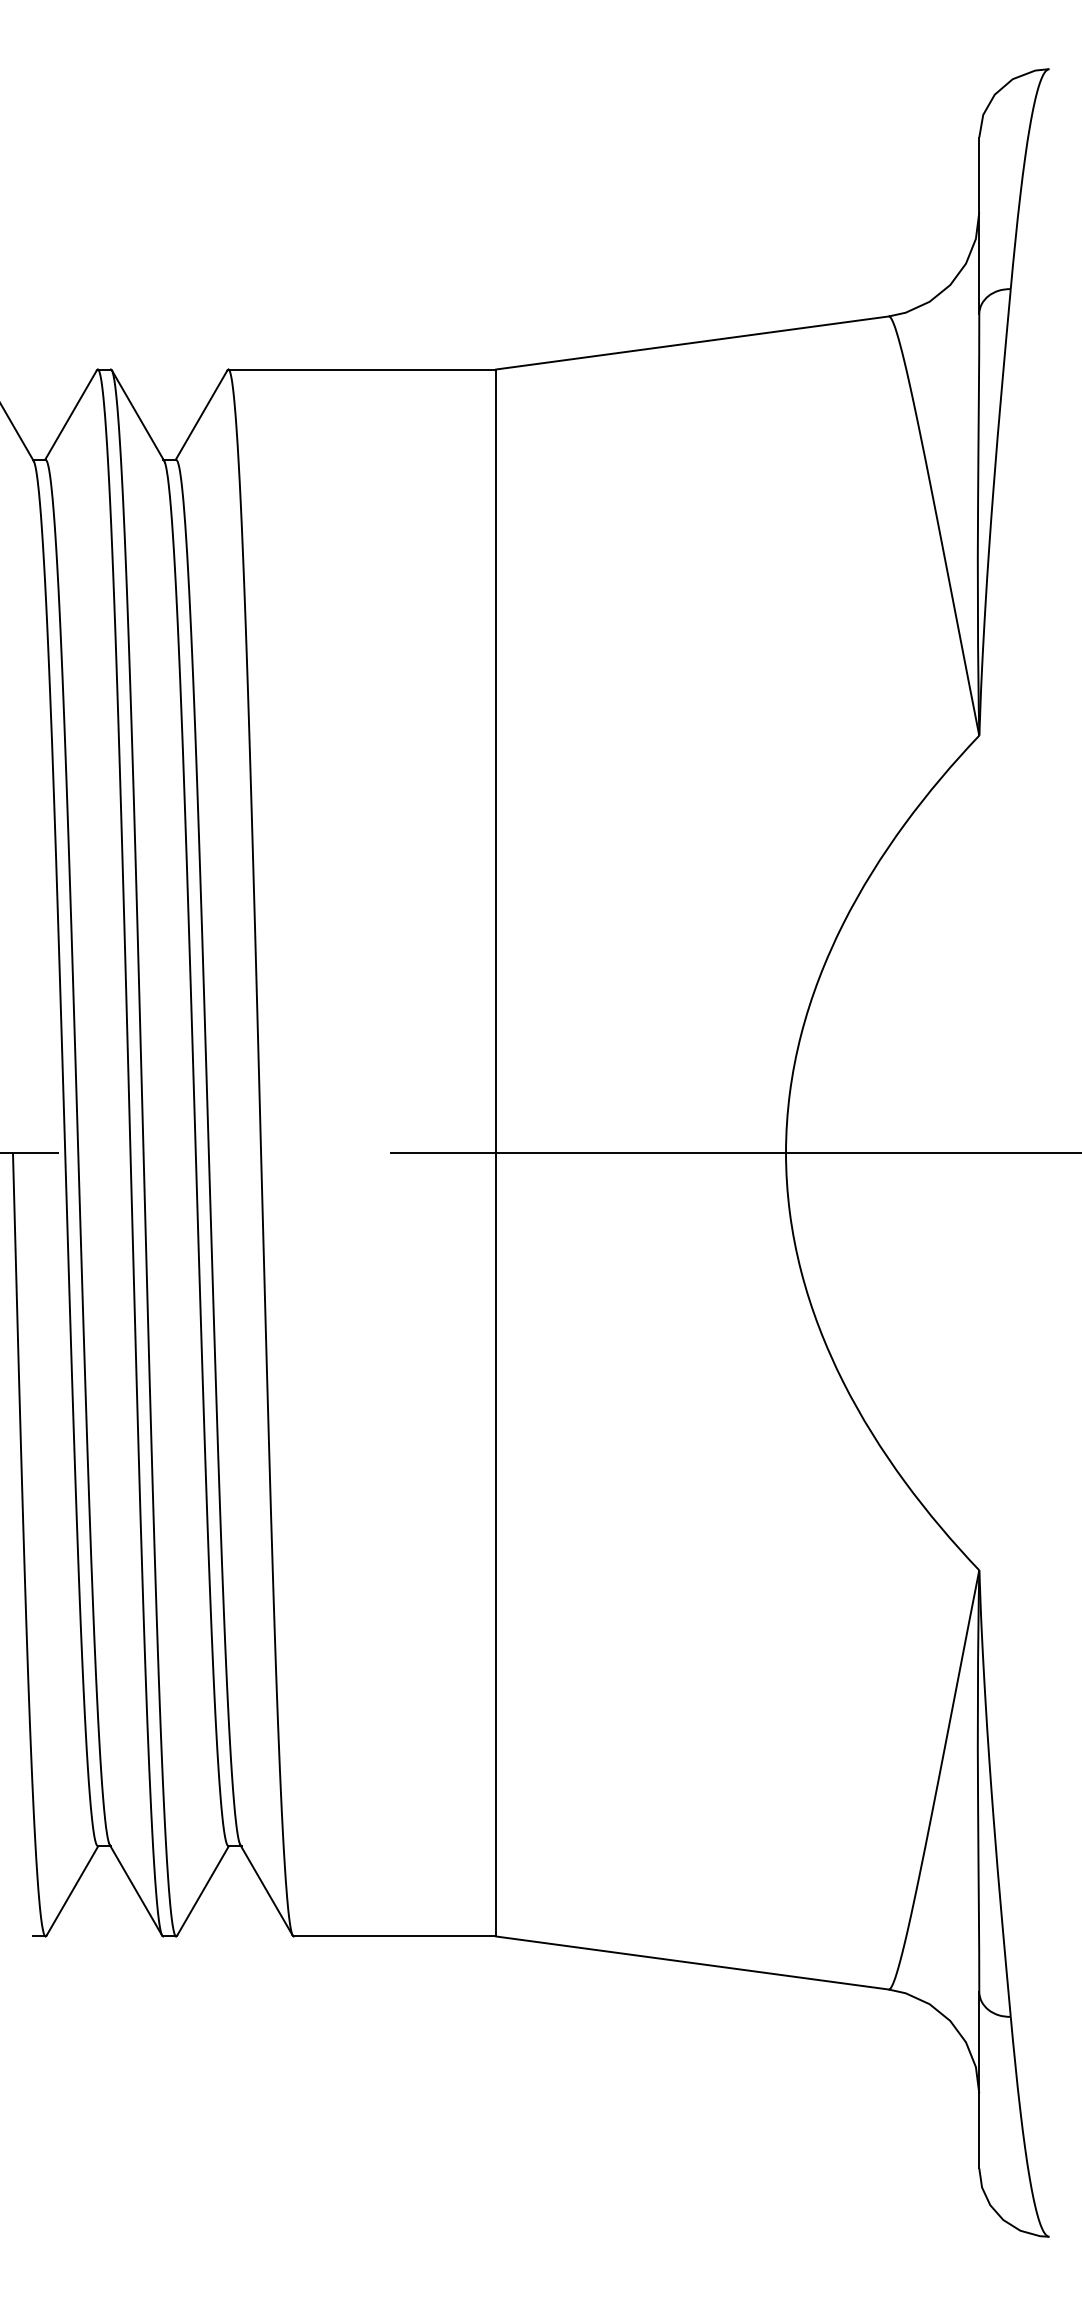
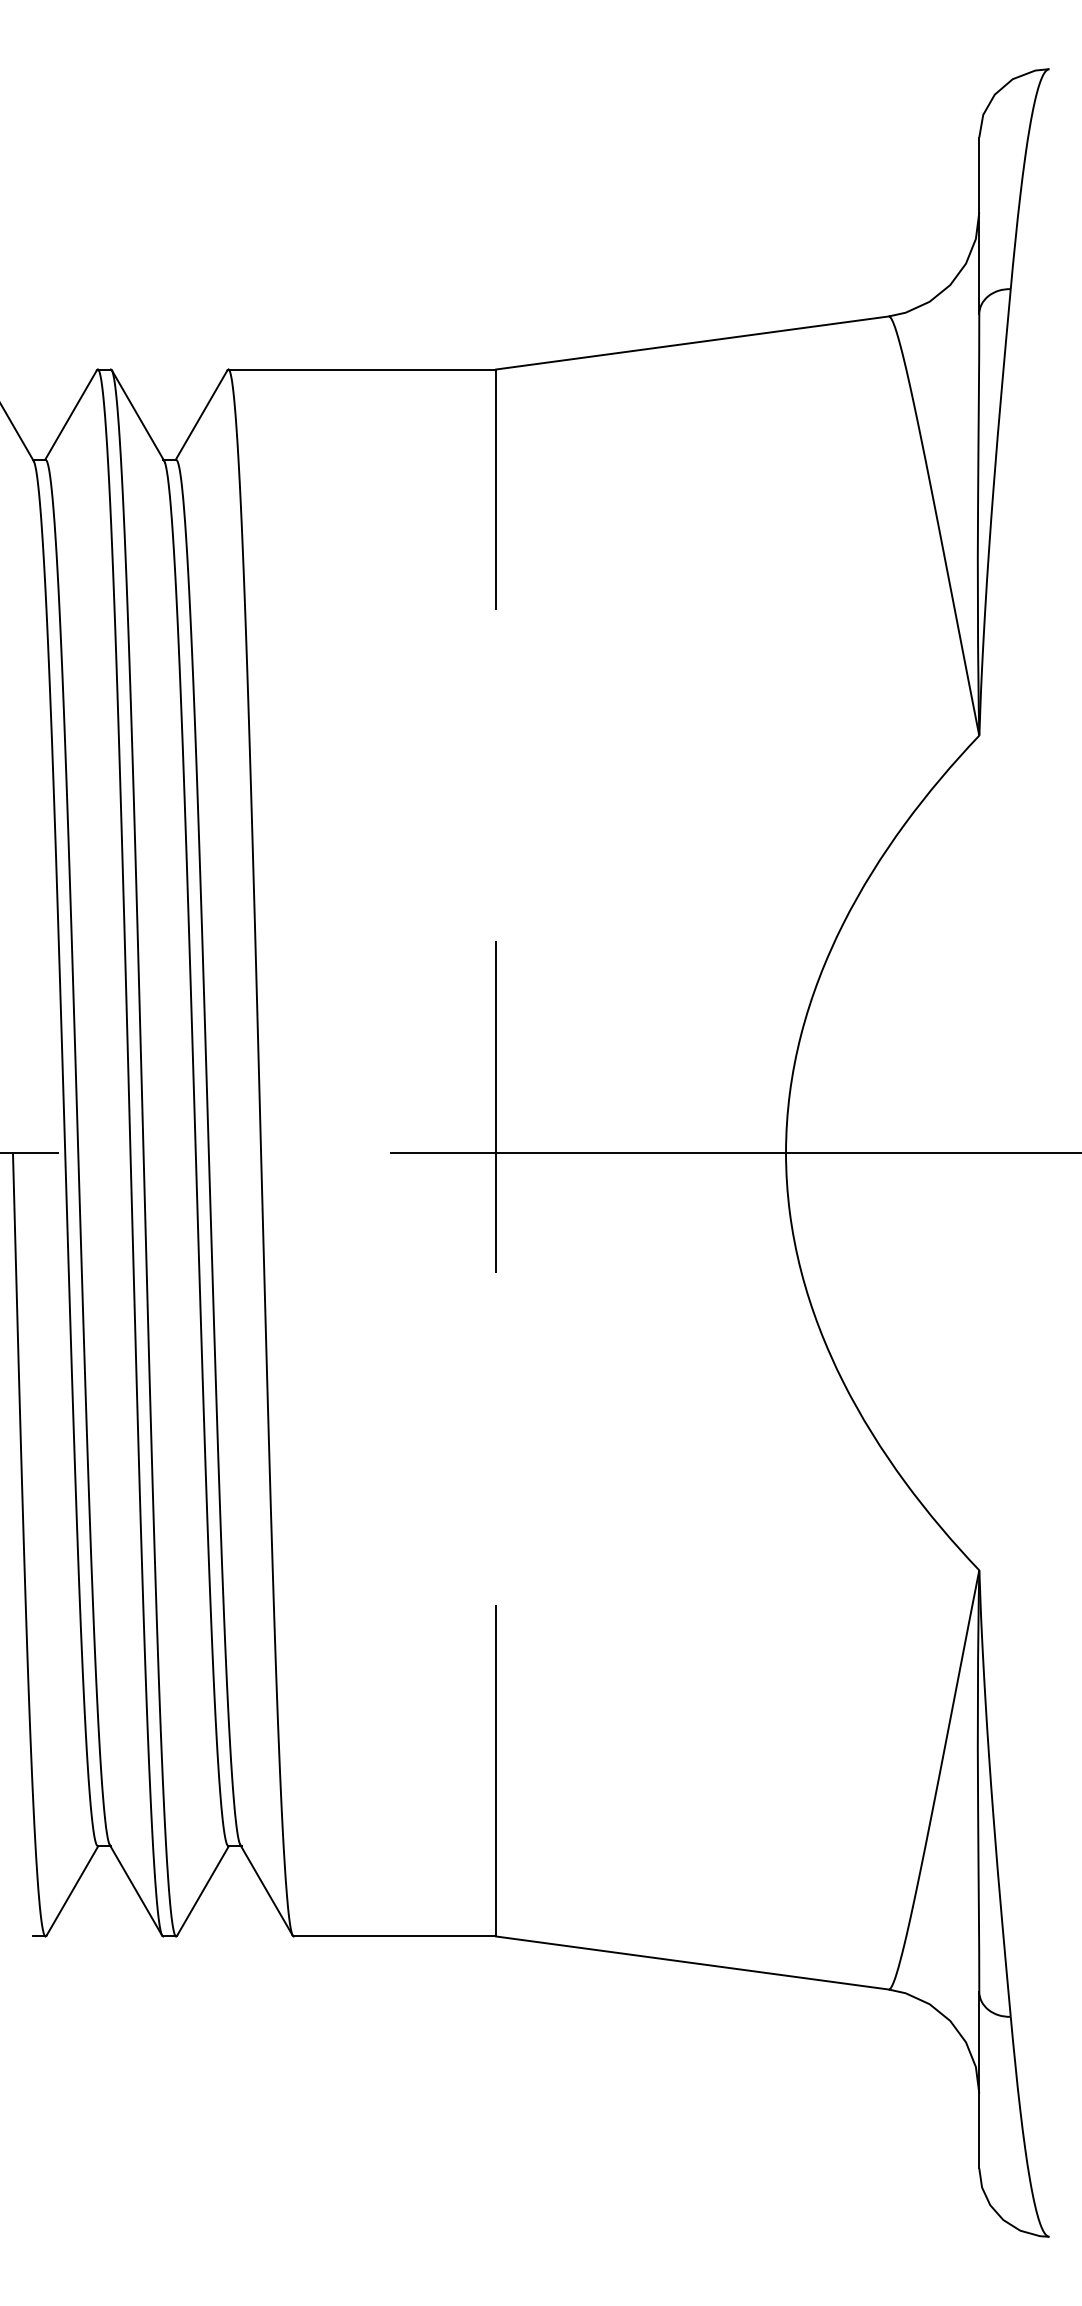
line at (496, 1152): solid -> dashed
